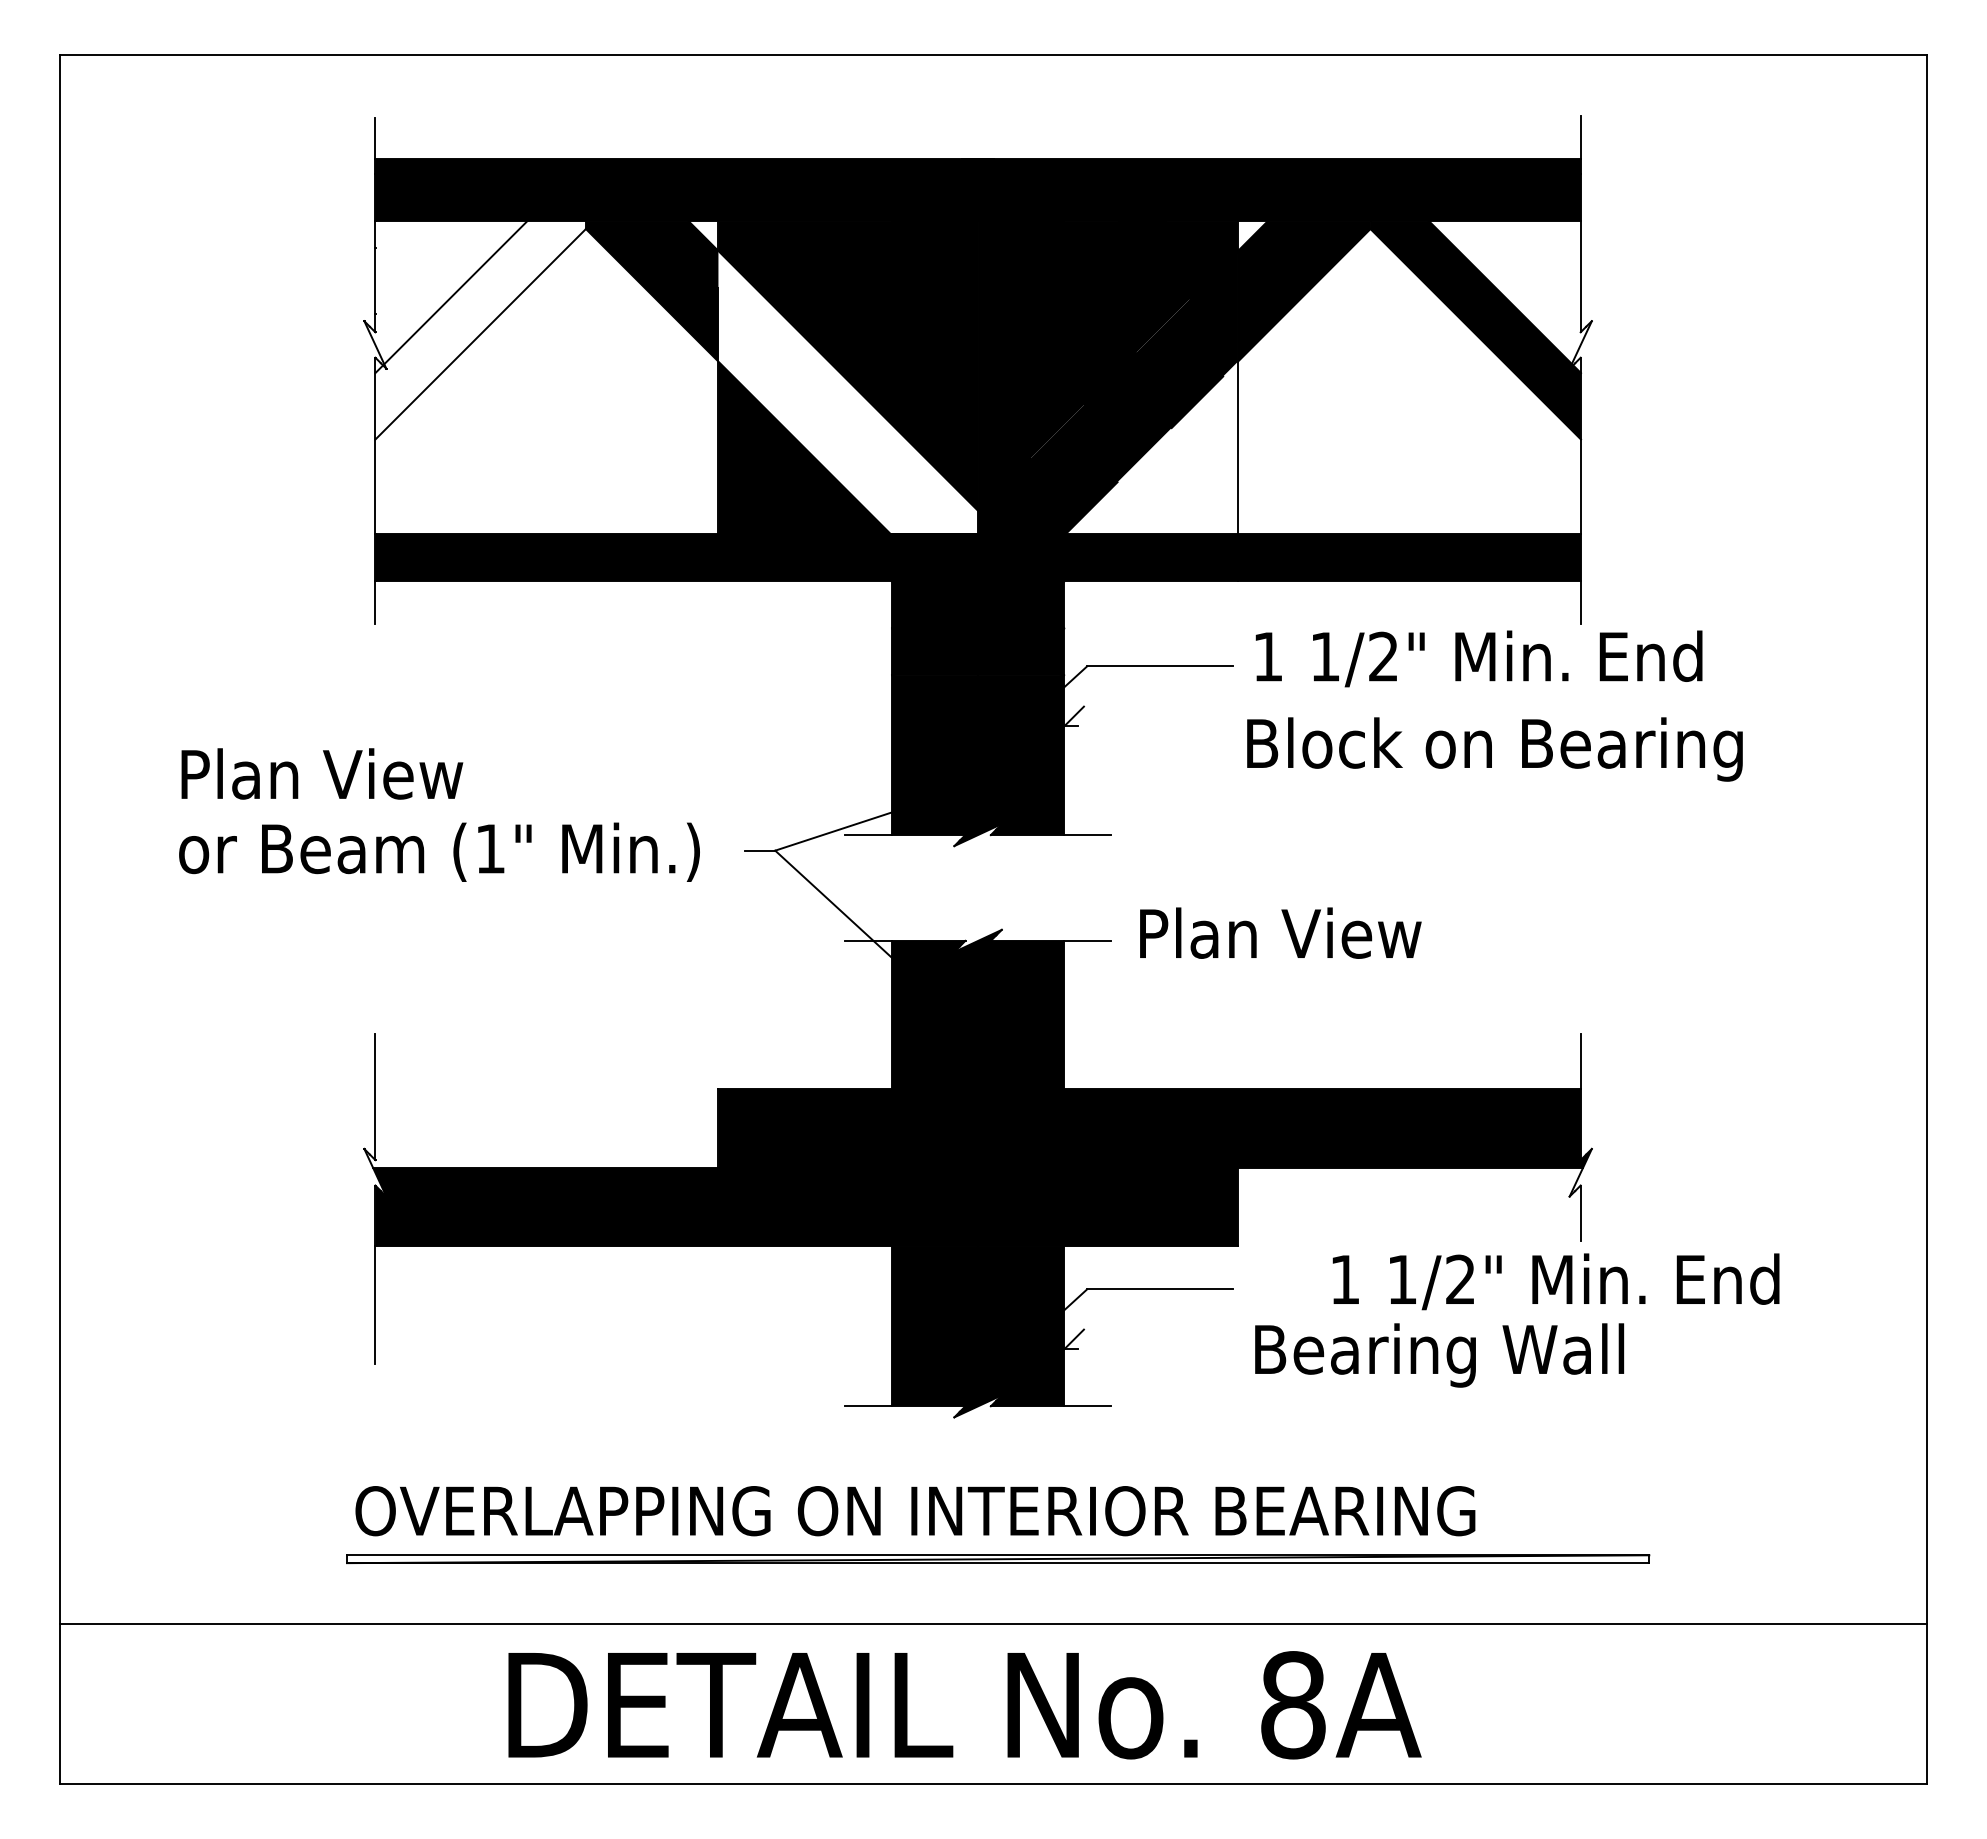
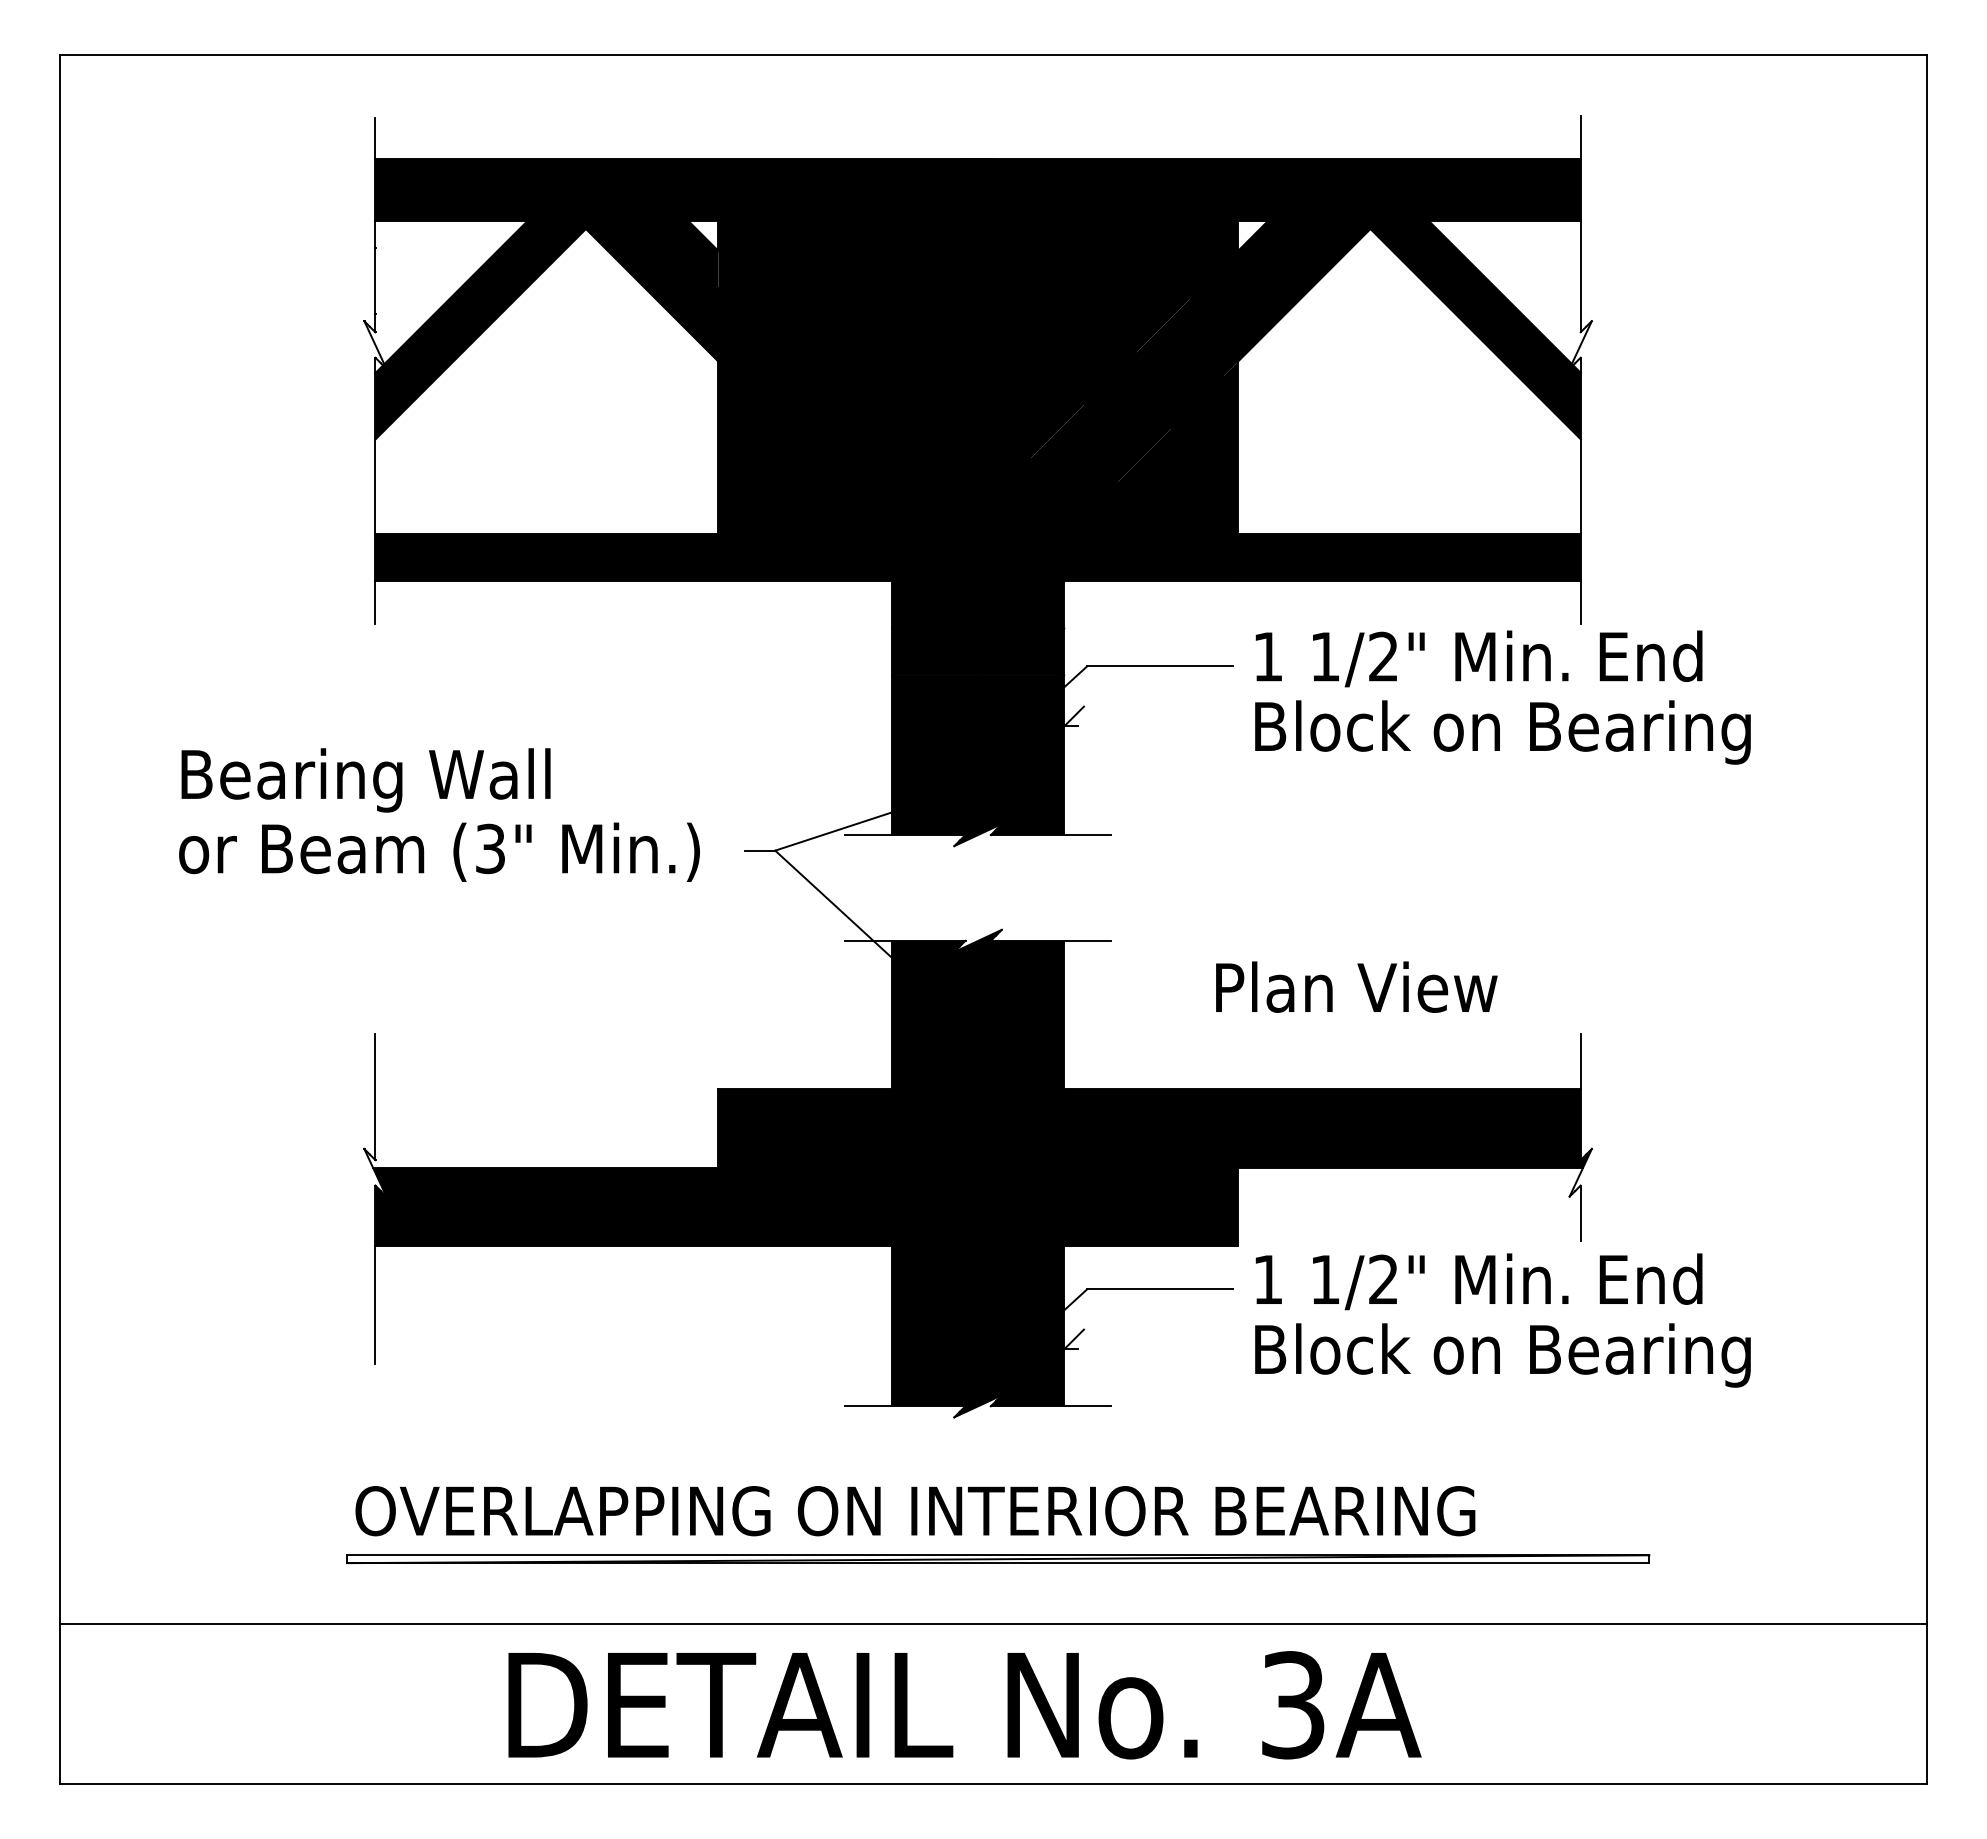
fill at (480, 330): none -> present
fill at (848, 392): none -> present
fill at (1151, 447): none -> present
text at (1494, 749) position: (1494, 749) -> (1502, 732)
text at (368, 780): Plan View -> Bearing Wall
text at (490, 848): (1" -> (3"
text at (1280, 932) position: (1280, 932) -> (1356, 986)
text at (1555, 1281) position: (1555, 1281) -> (1478, 1281)
text at (1521, 1355): Bearing Wall -> Block on Bearing
text at (1293, 1705): 8A -> 3A
